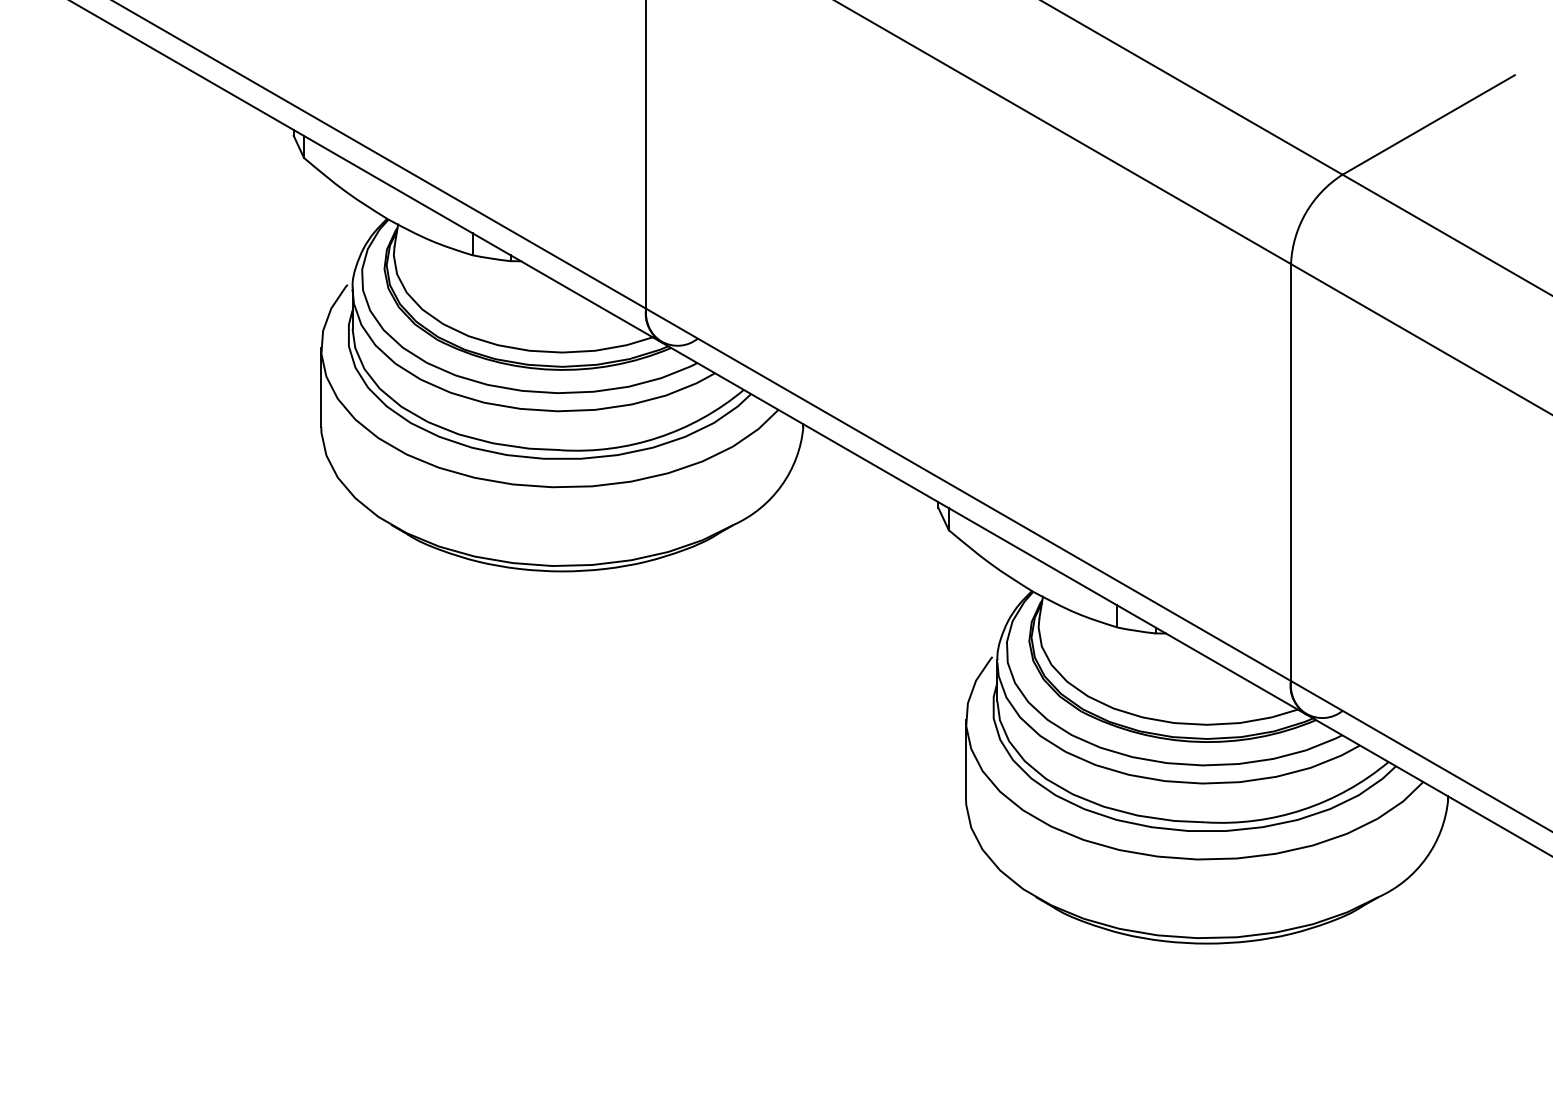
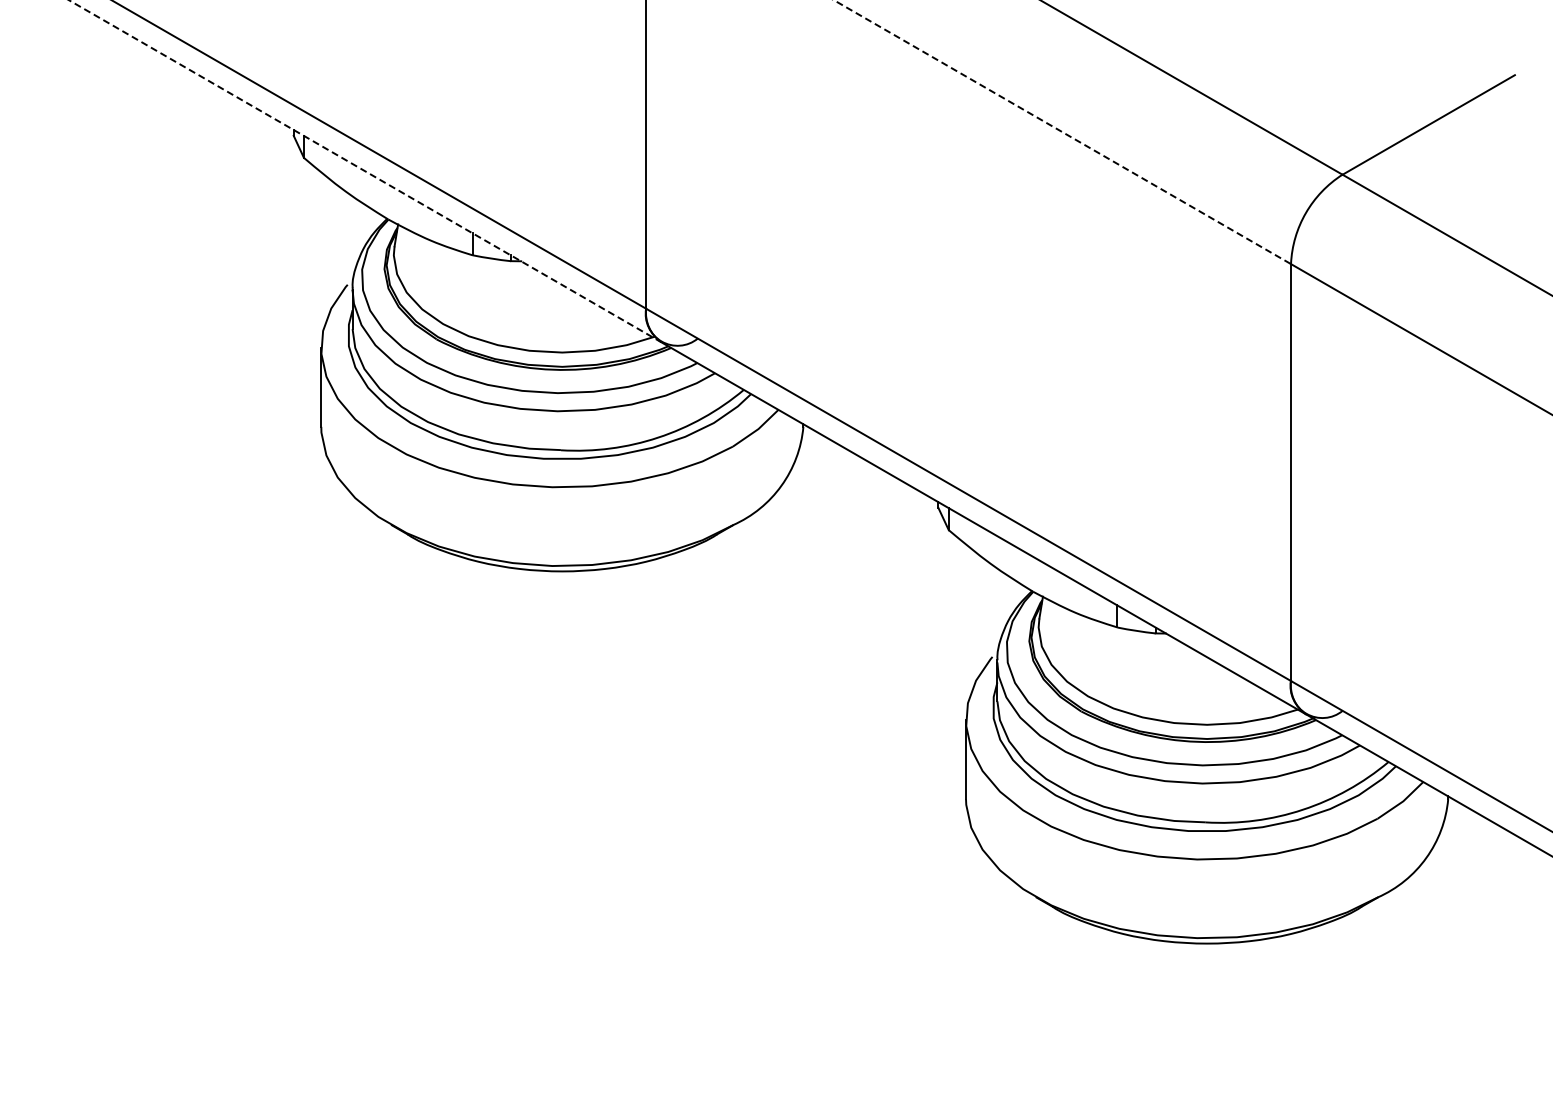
line at (1062, 132): solid -> dashed
line at (365, 171): solid -> dashed
